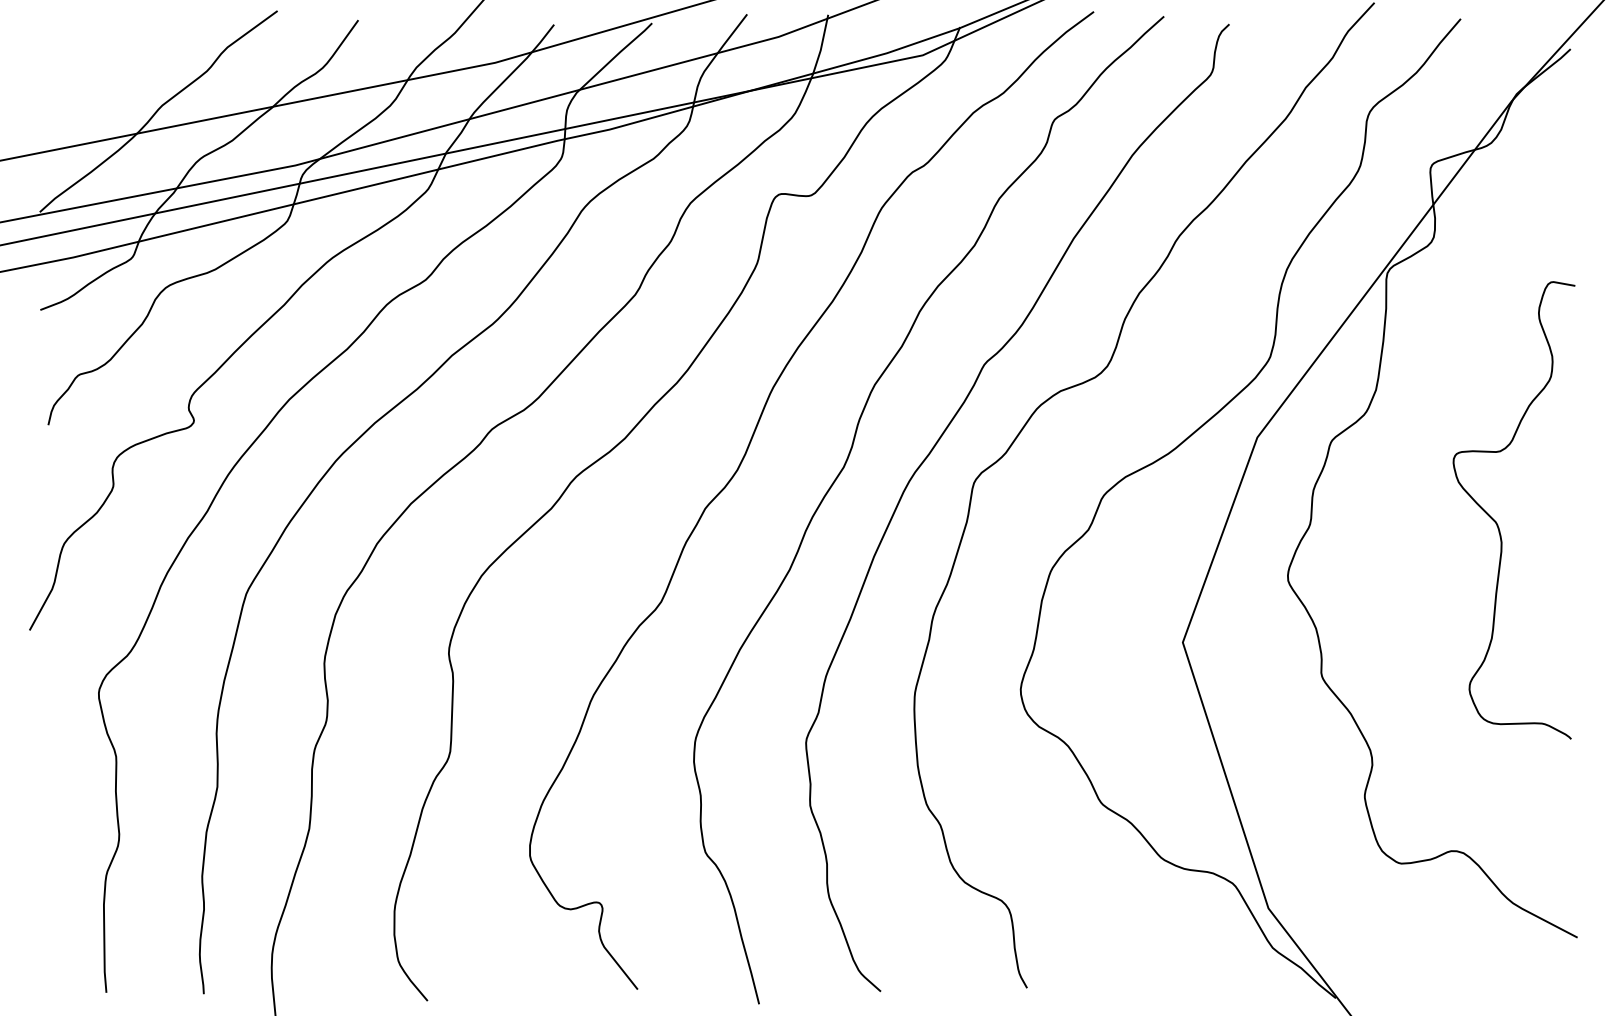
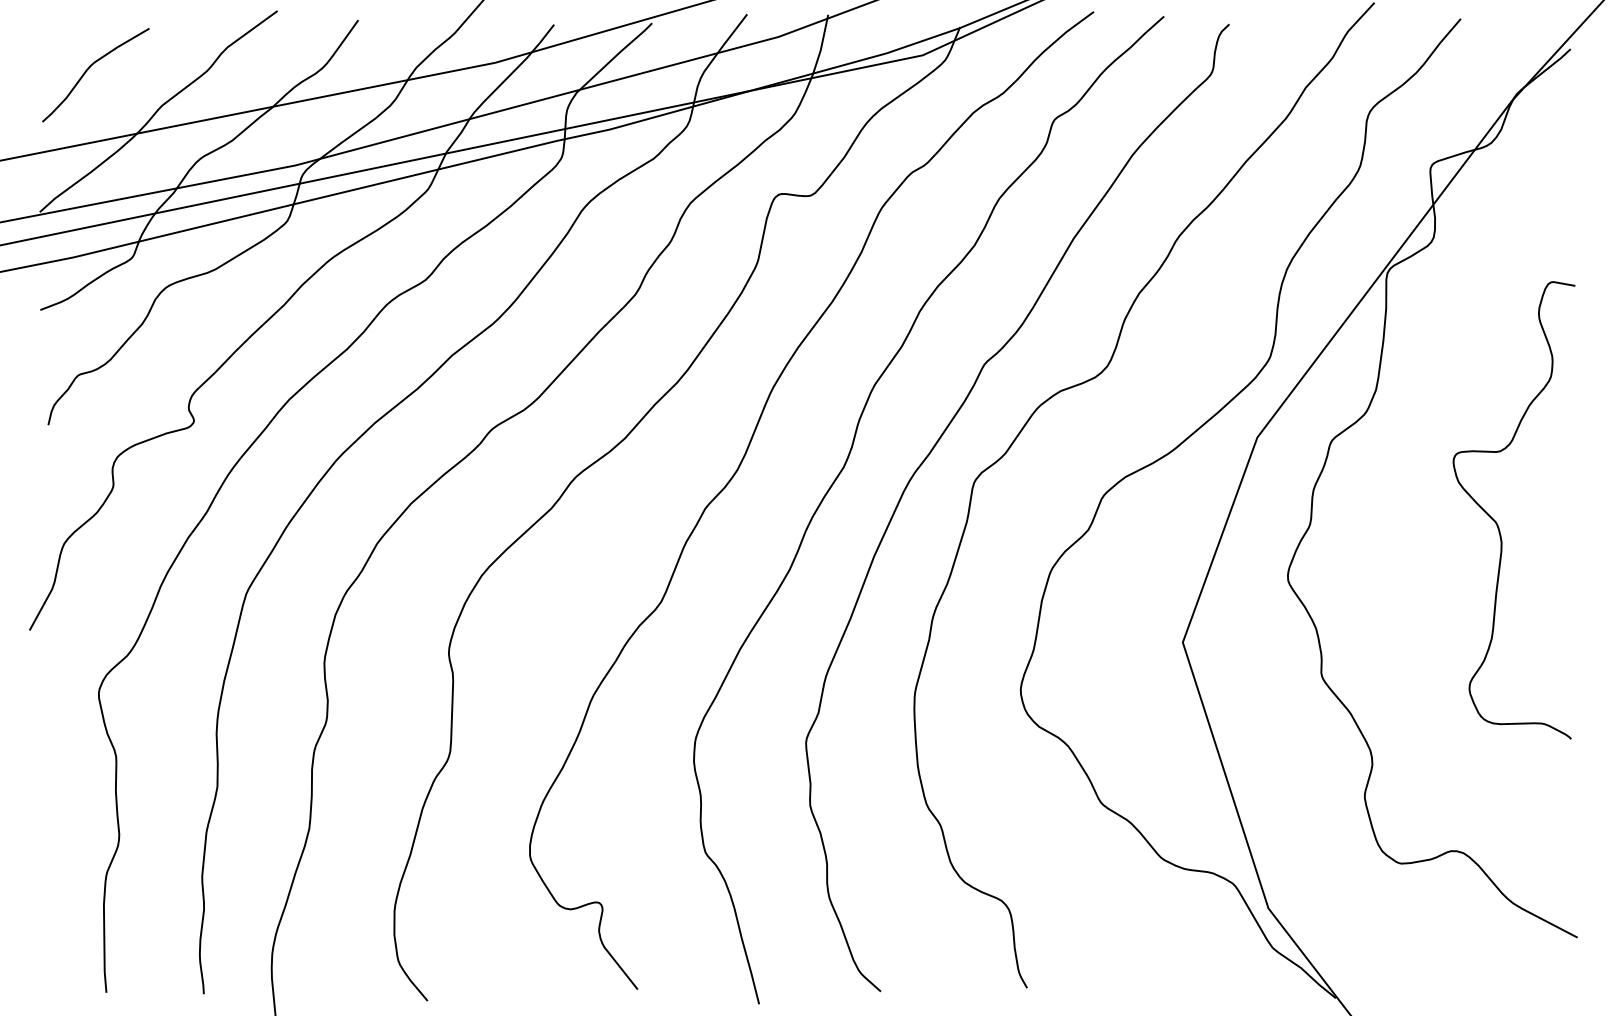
curve at (87, 71): none -> present
